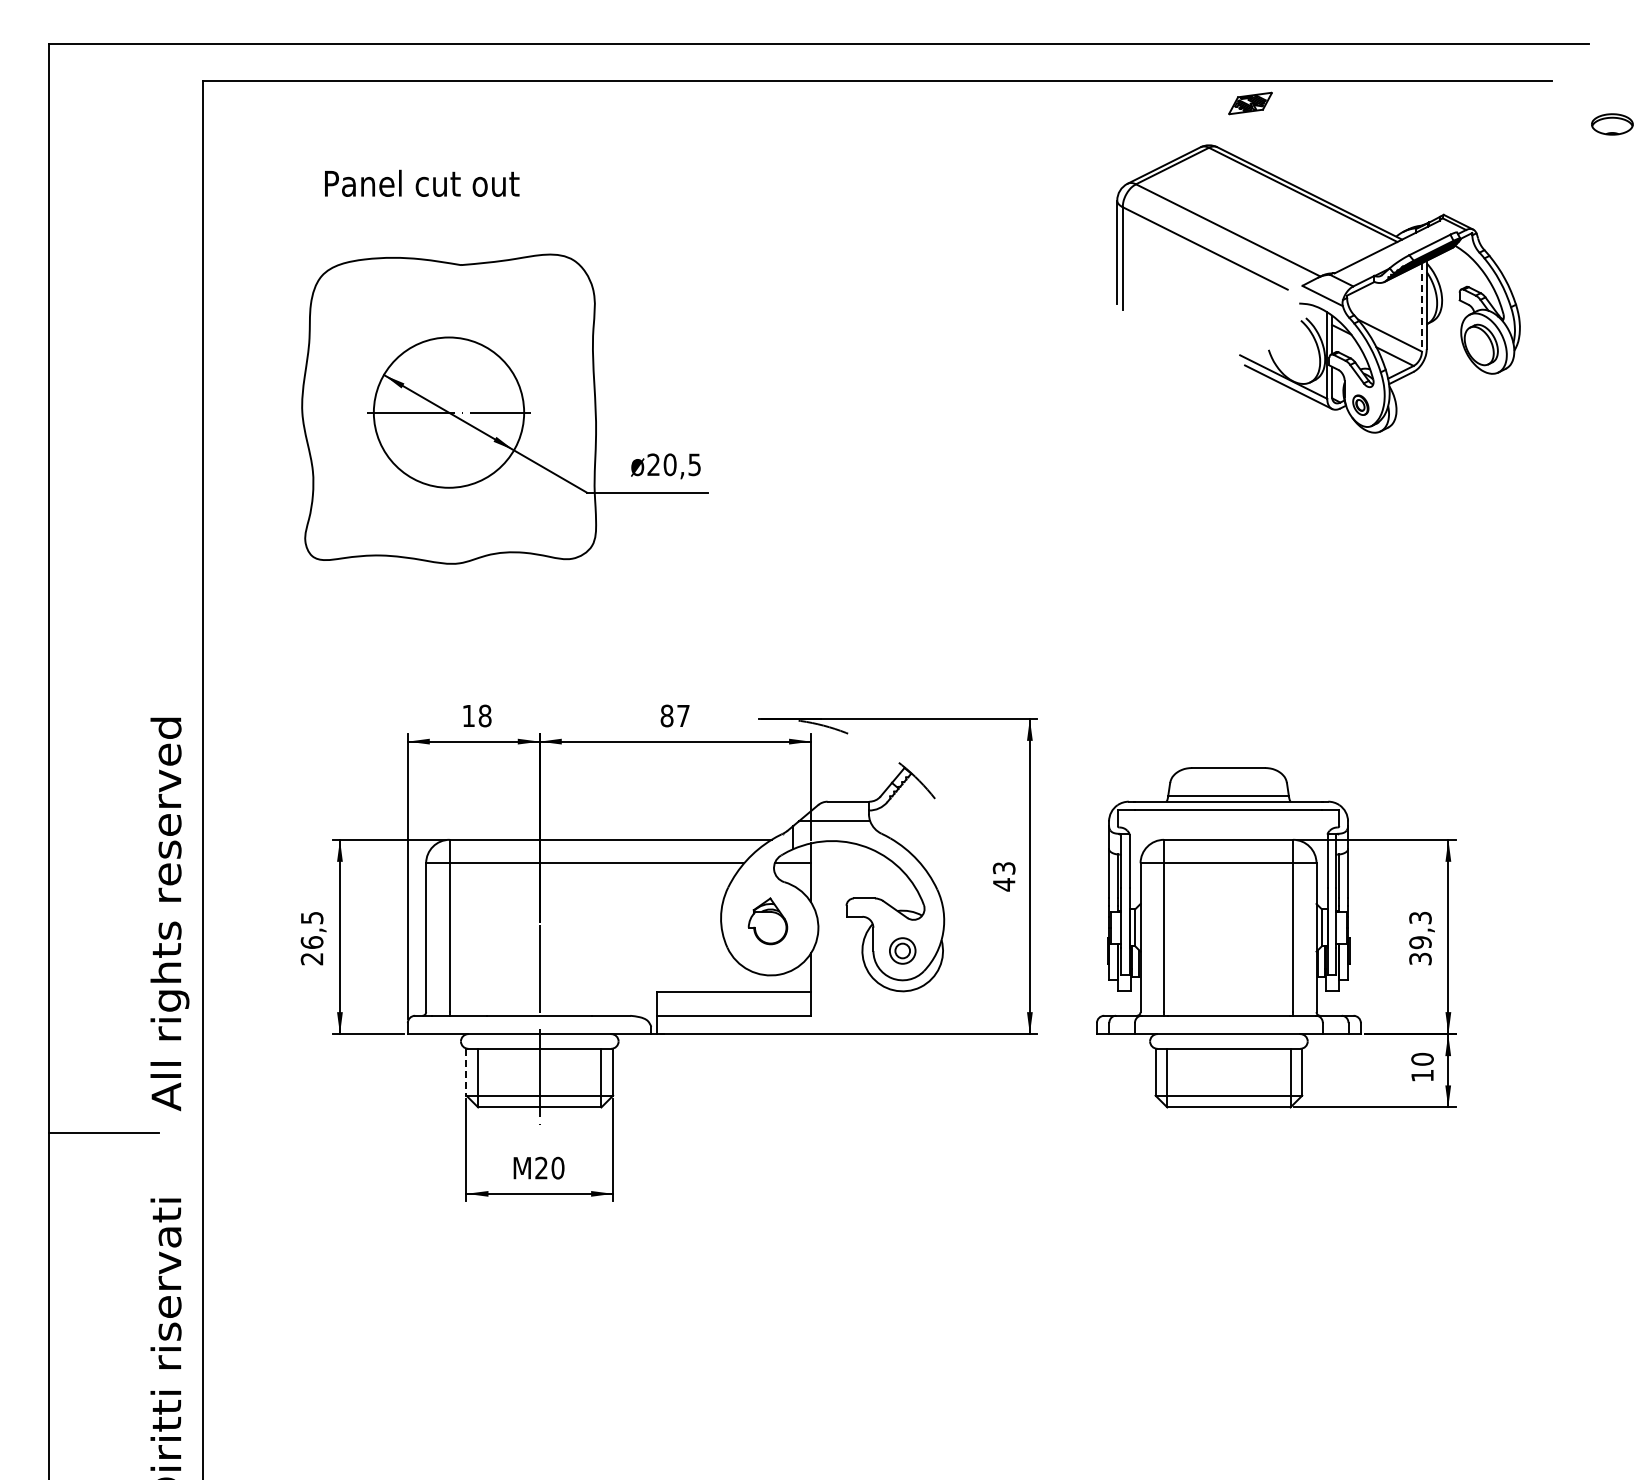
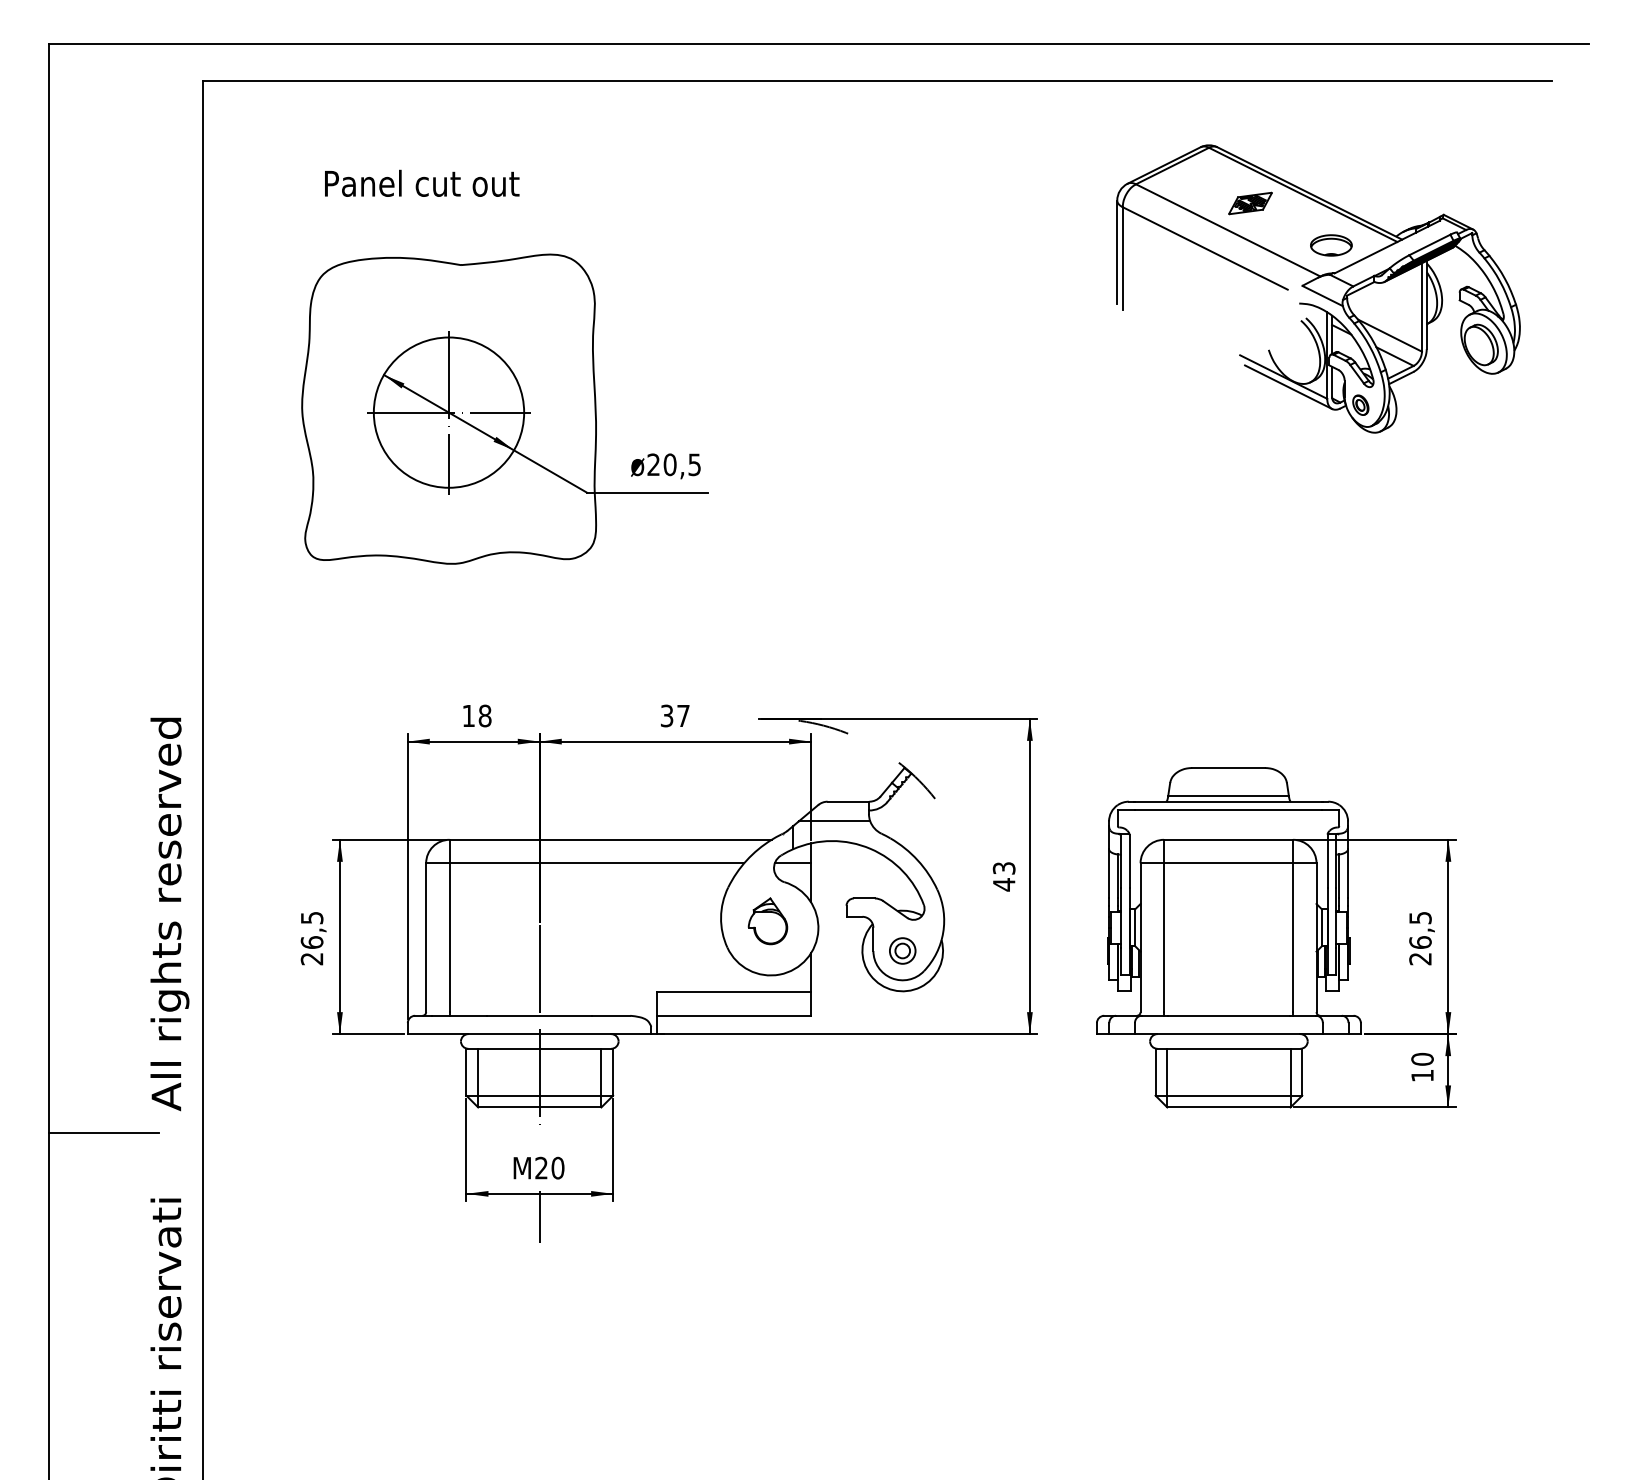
part at (1250, 103) position: (1250, 103) -> (1250, 203)
part at (1612, 124) position: (1612, 124) -> (1331, 245)
line at (1421, 307): dashed -> solid
line at (449, 412): none -> present
text at (666, 715): 87 -> 37
text at (1420, 938): 39,3 -> 26,5
line at (466, 1072): dashed -> solid
line at (539, 1216): none -> present
